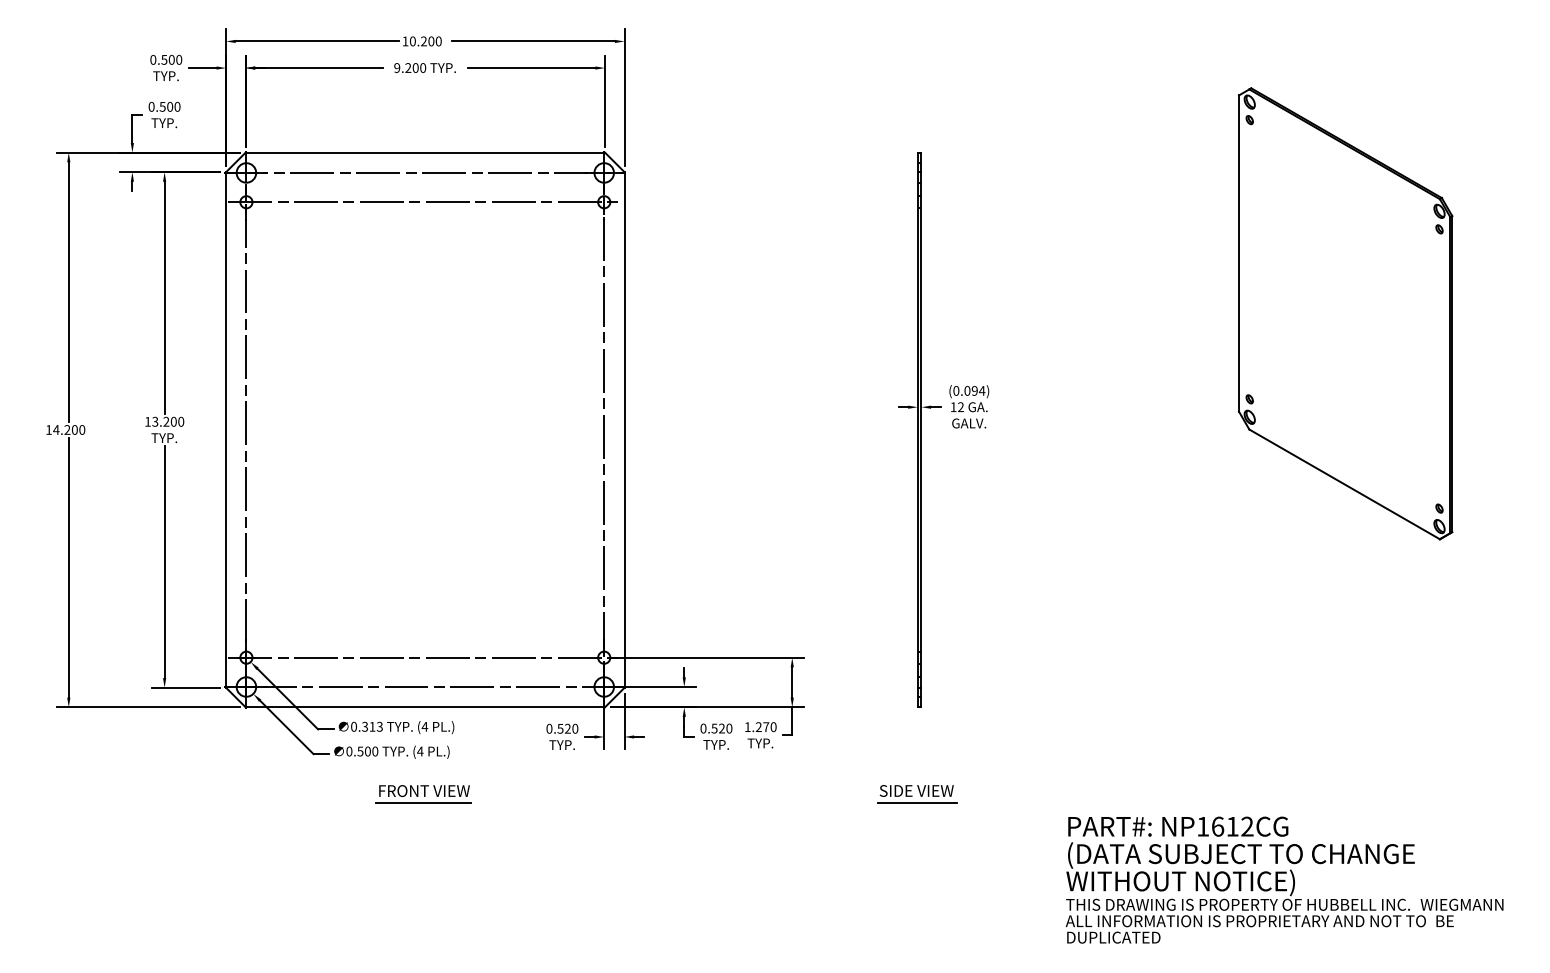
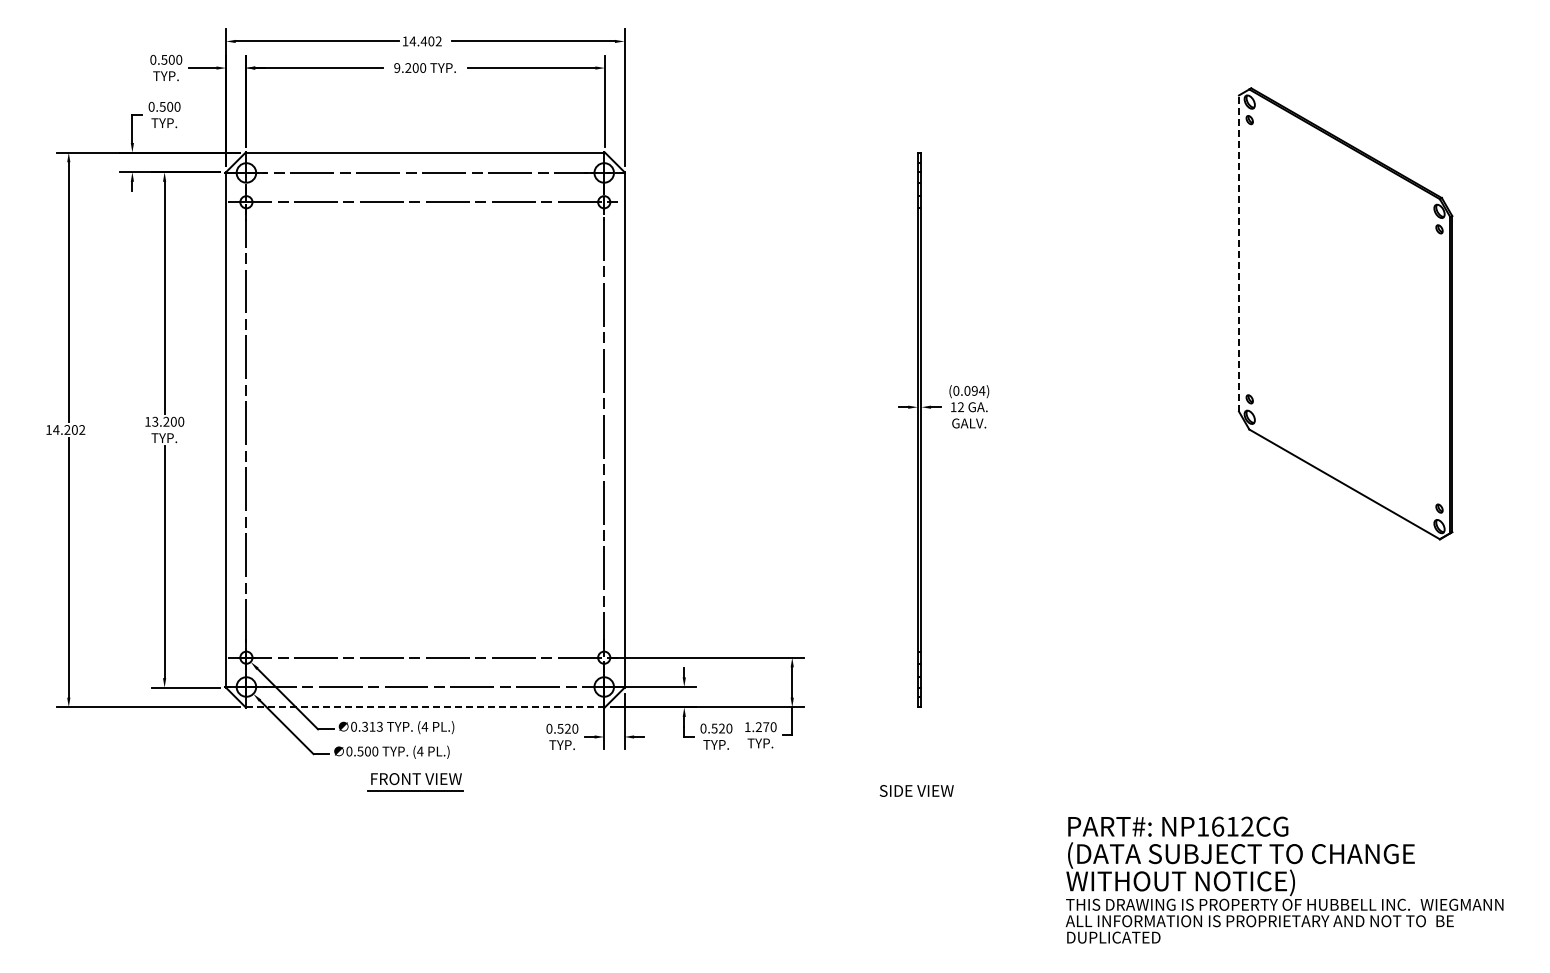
text at (425, 41): 10.200 -> 14.402
line at (1238, 253): solid -> dashed
text at (82, 429): 14.200 -> 14.202
line at (425, 707): solid -> dashed
part at (423, 794) position: (423, 794) -> (415, 782)
line at (917, 802): present -> none
